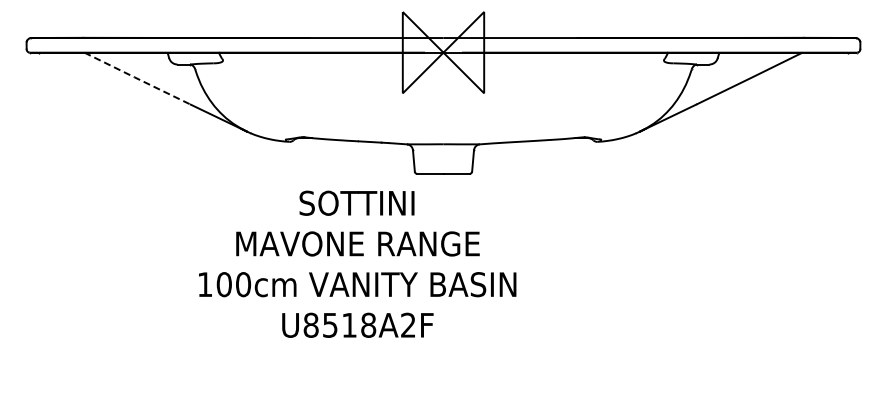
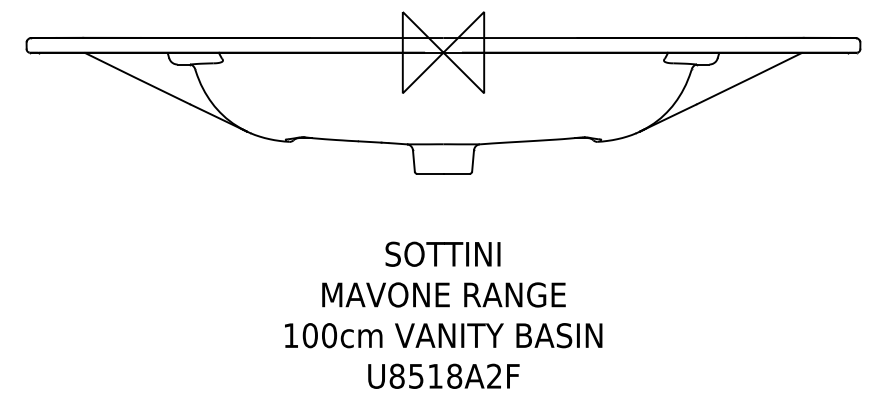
line at (137, 78): dashed -> solid
text at (357, 263) position: (357, 263) -> (443, 314)
